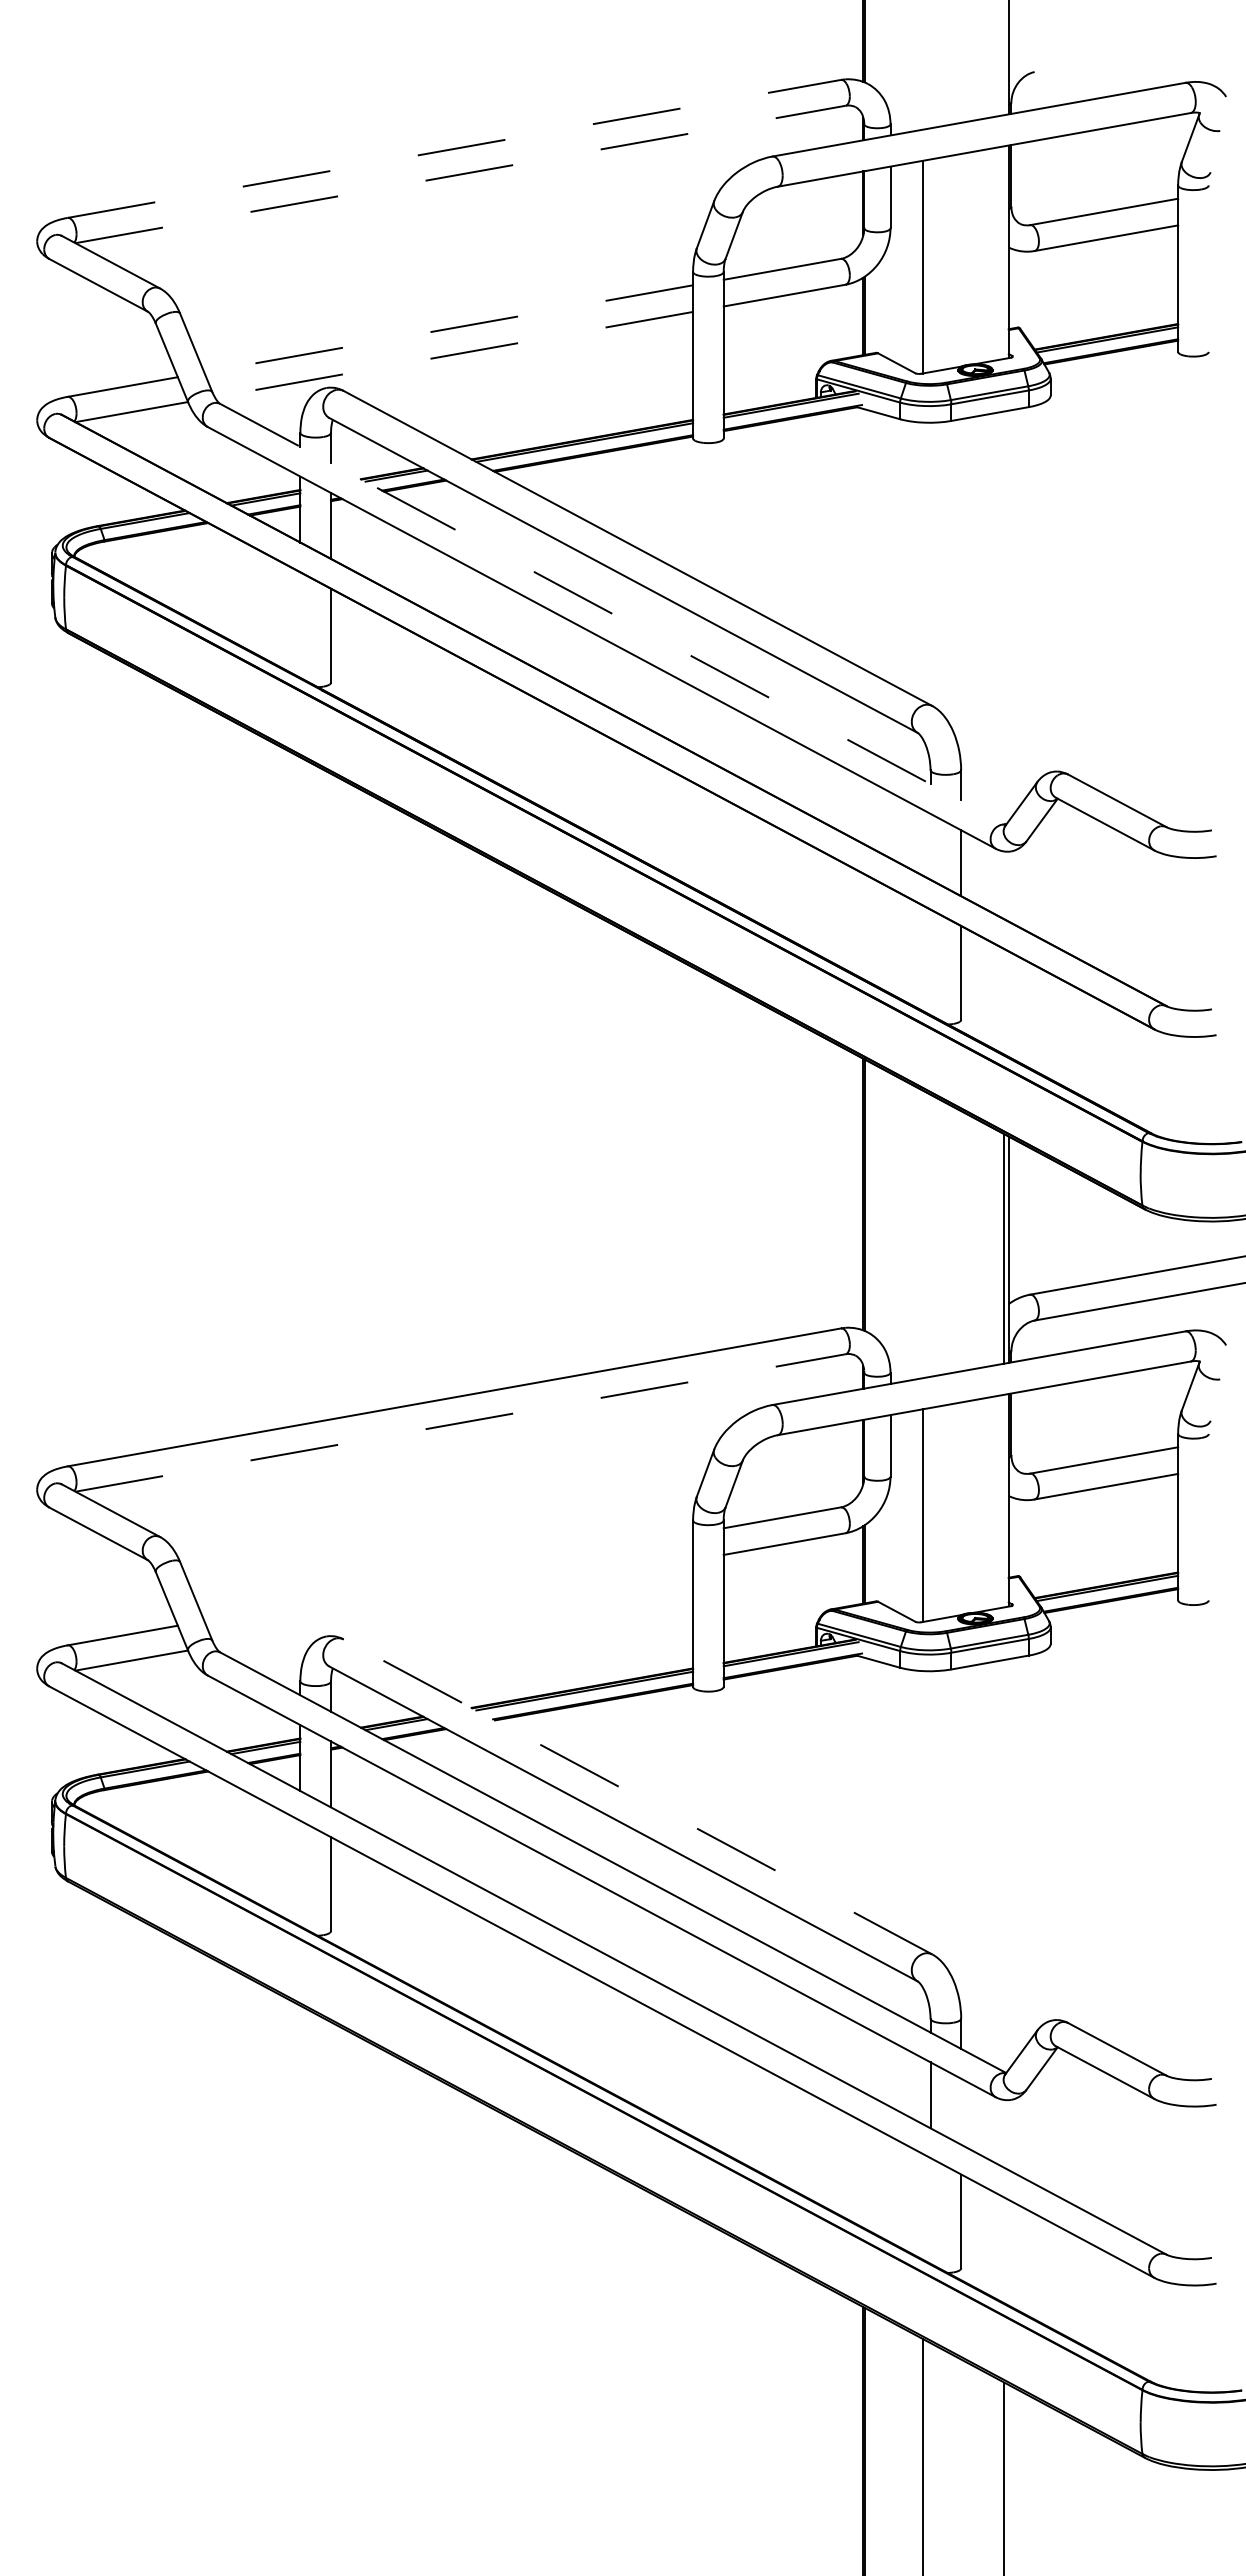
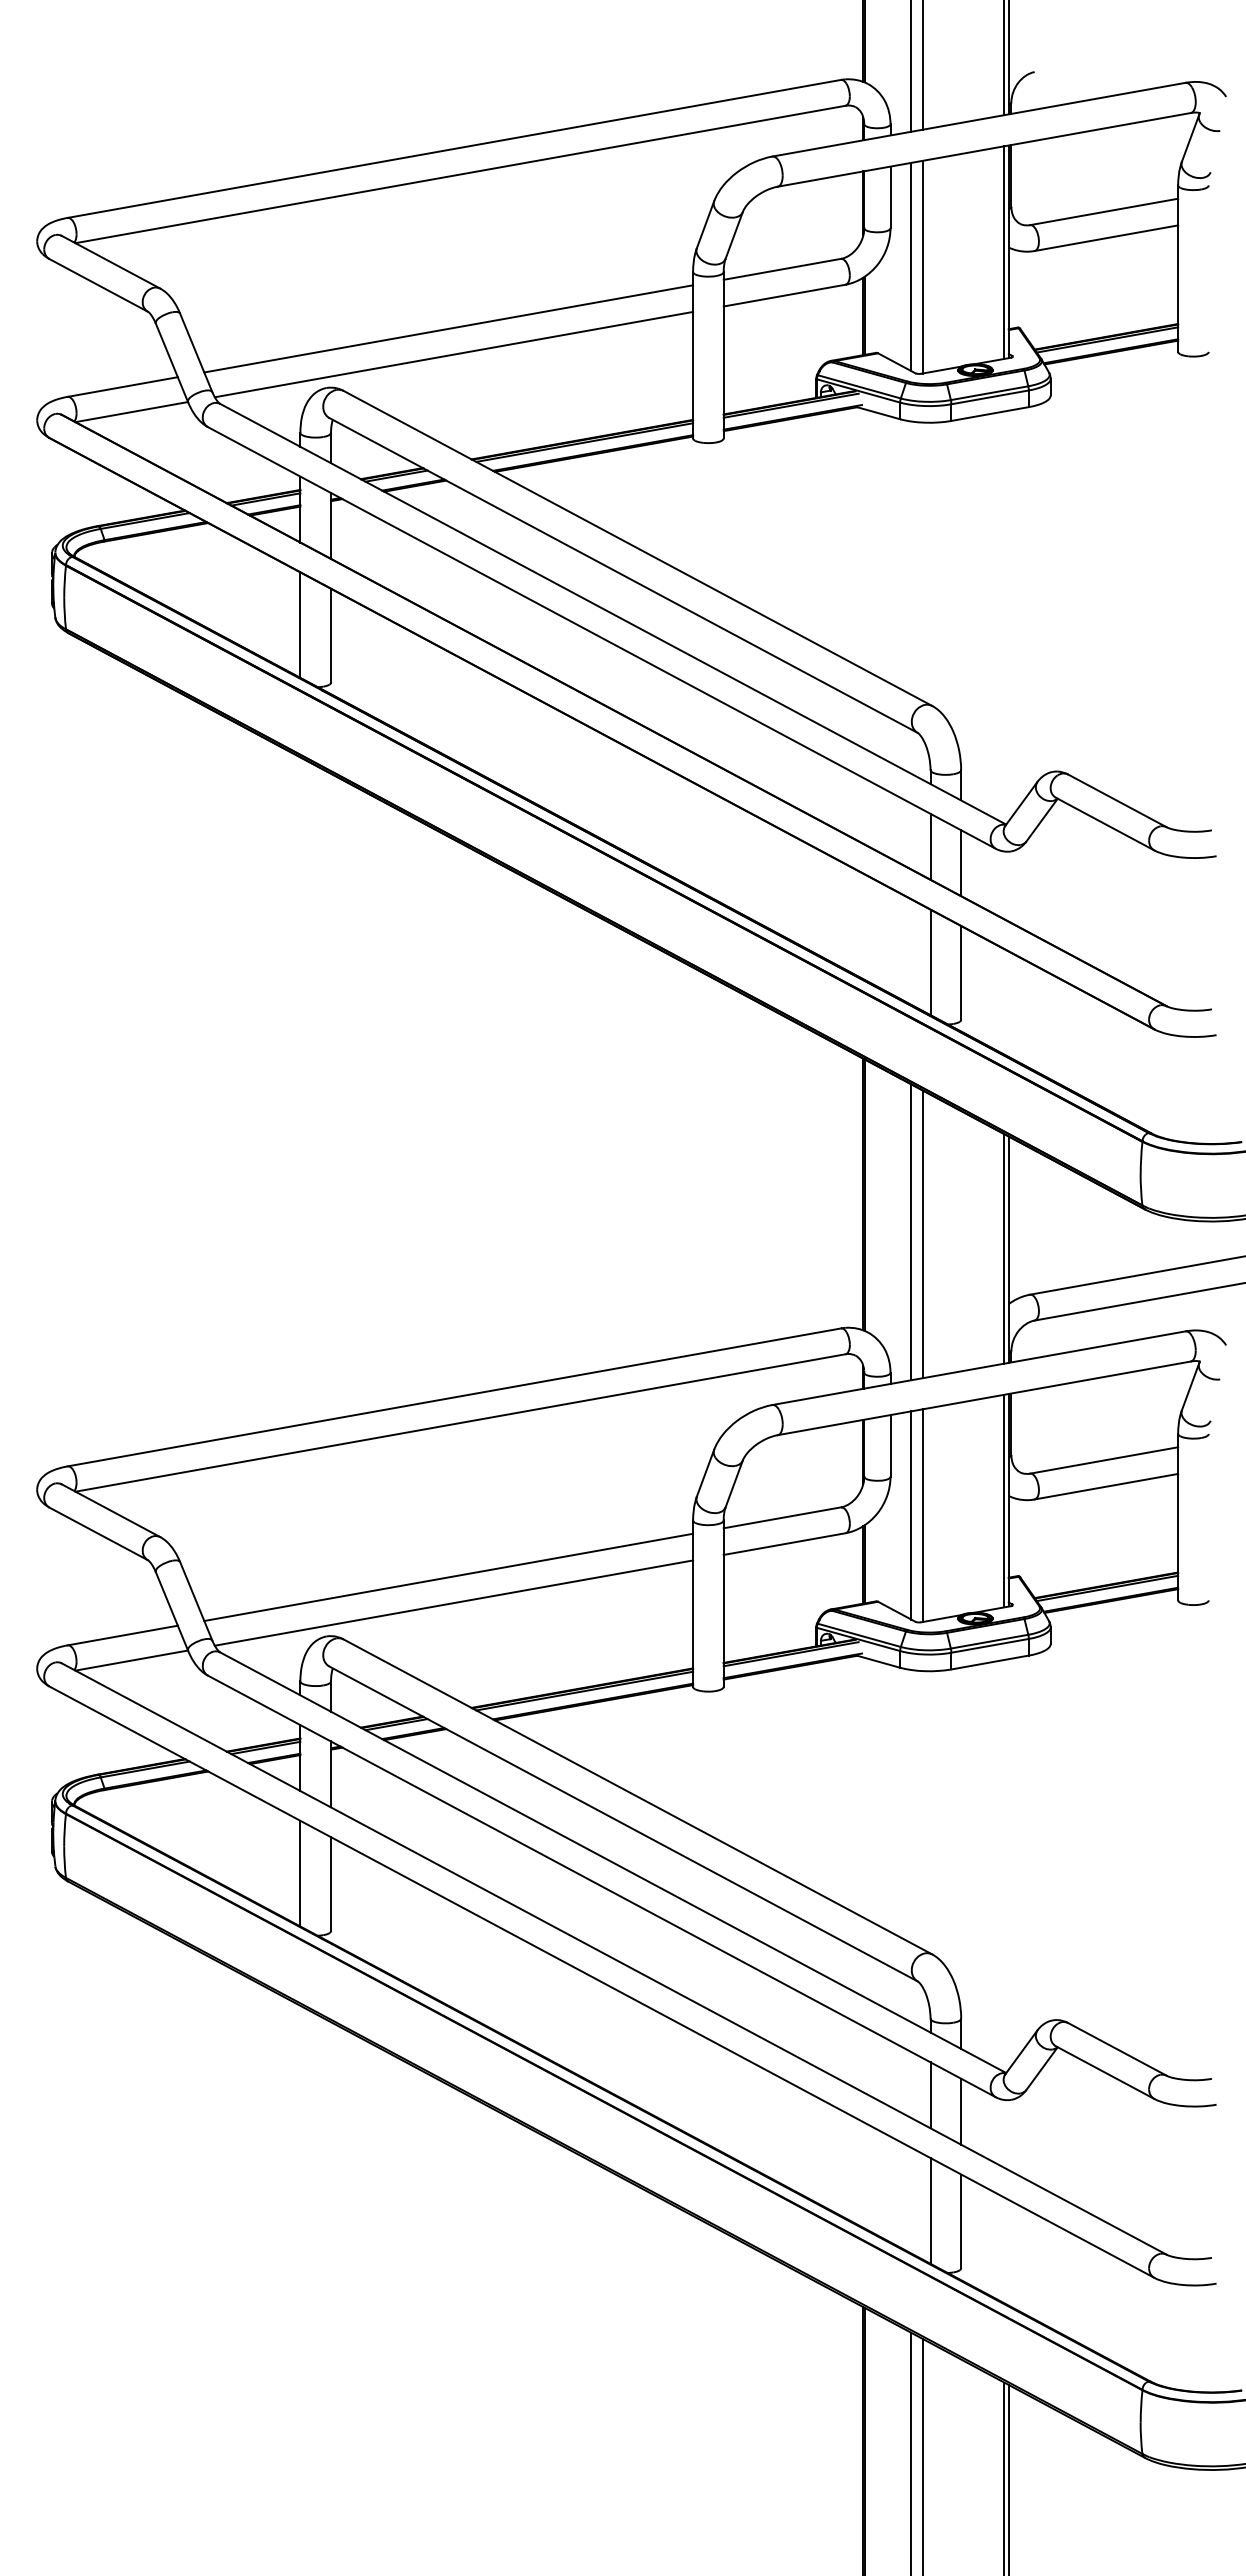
line at (1004, 58): none -> present
line at (923, 65): none -> present
line at (911, 66): none -> present
line at (454, 148): dashed -> solid
line at (461, 174): dashed -> solid
line at (1004, 252): none -> present
line at (911, 266): none -> present
line at (448, 328): dashed -> solid
line at (453, 354): dashed -> solid
line at (613, 614): dashed -> solid
line at (300, 624): none -> present
line at (930, 846): none -> present
line at (930, 962): none -> present
line at (911, 1232): none -> present
line at (923, 1234): none -> present
line at (461, 1422): dashed -> solid
line at (1004, 1500): none -> present
line at (911, 1515): none -> present
line at (448, 1577): none -> present
line at (453, 1602): none -> present
line at (638, 1796): dashed -> solid
line at (300, 1873): none -> present
line at (961, 2111): none -> present
line at (930, 2210): none -> present
line at (911, 2452): none -> present
line at (1008, 2478): none -> present
